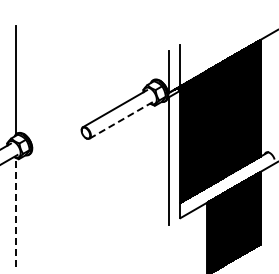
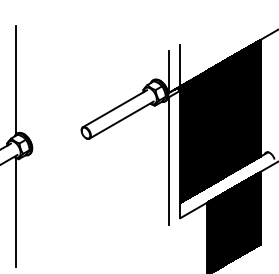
line at (121, 120): dashed -> solid
line at (15, 212): dashed -> solid
